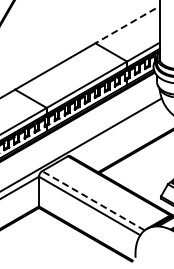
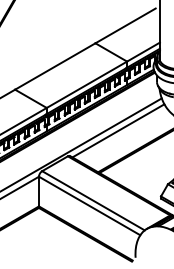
line at (125, 25): dashed -> solid
line at (118, 130): none -> present
line at (93, 200): dashed -> solid
